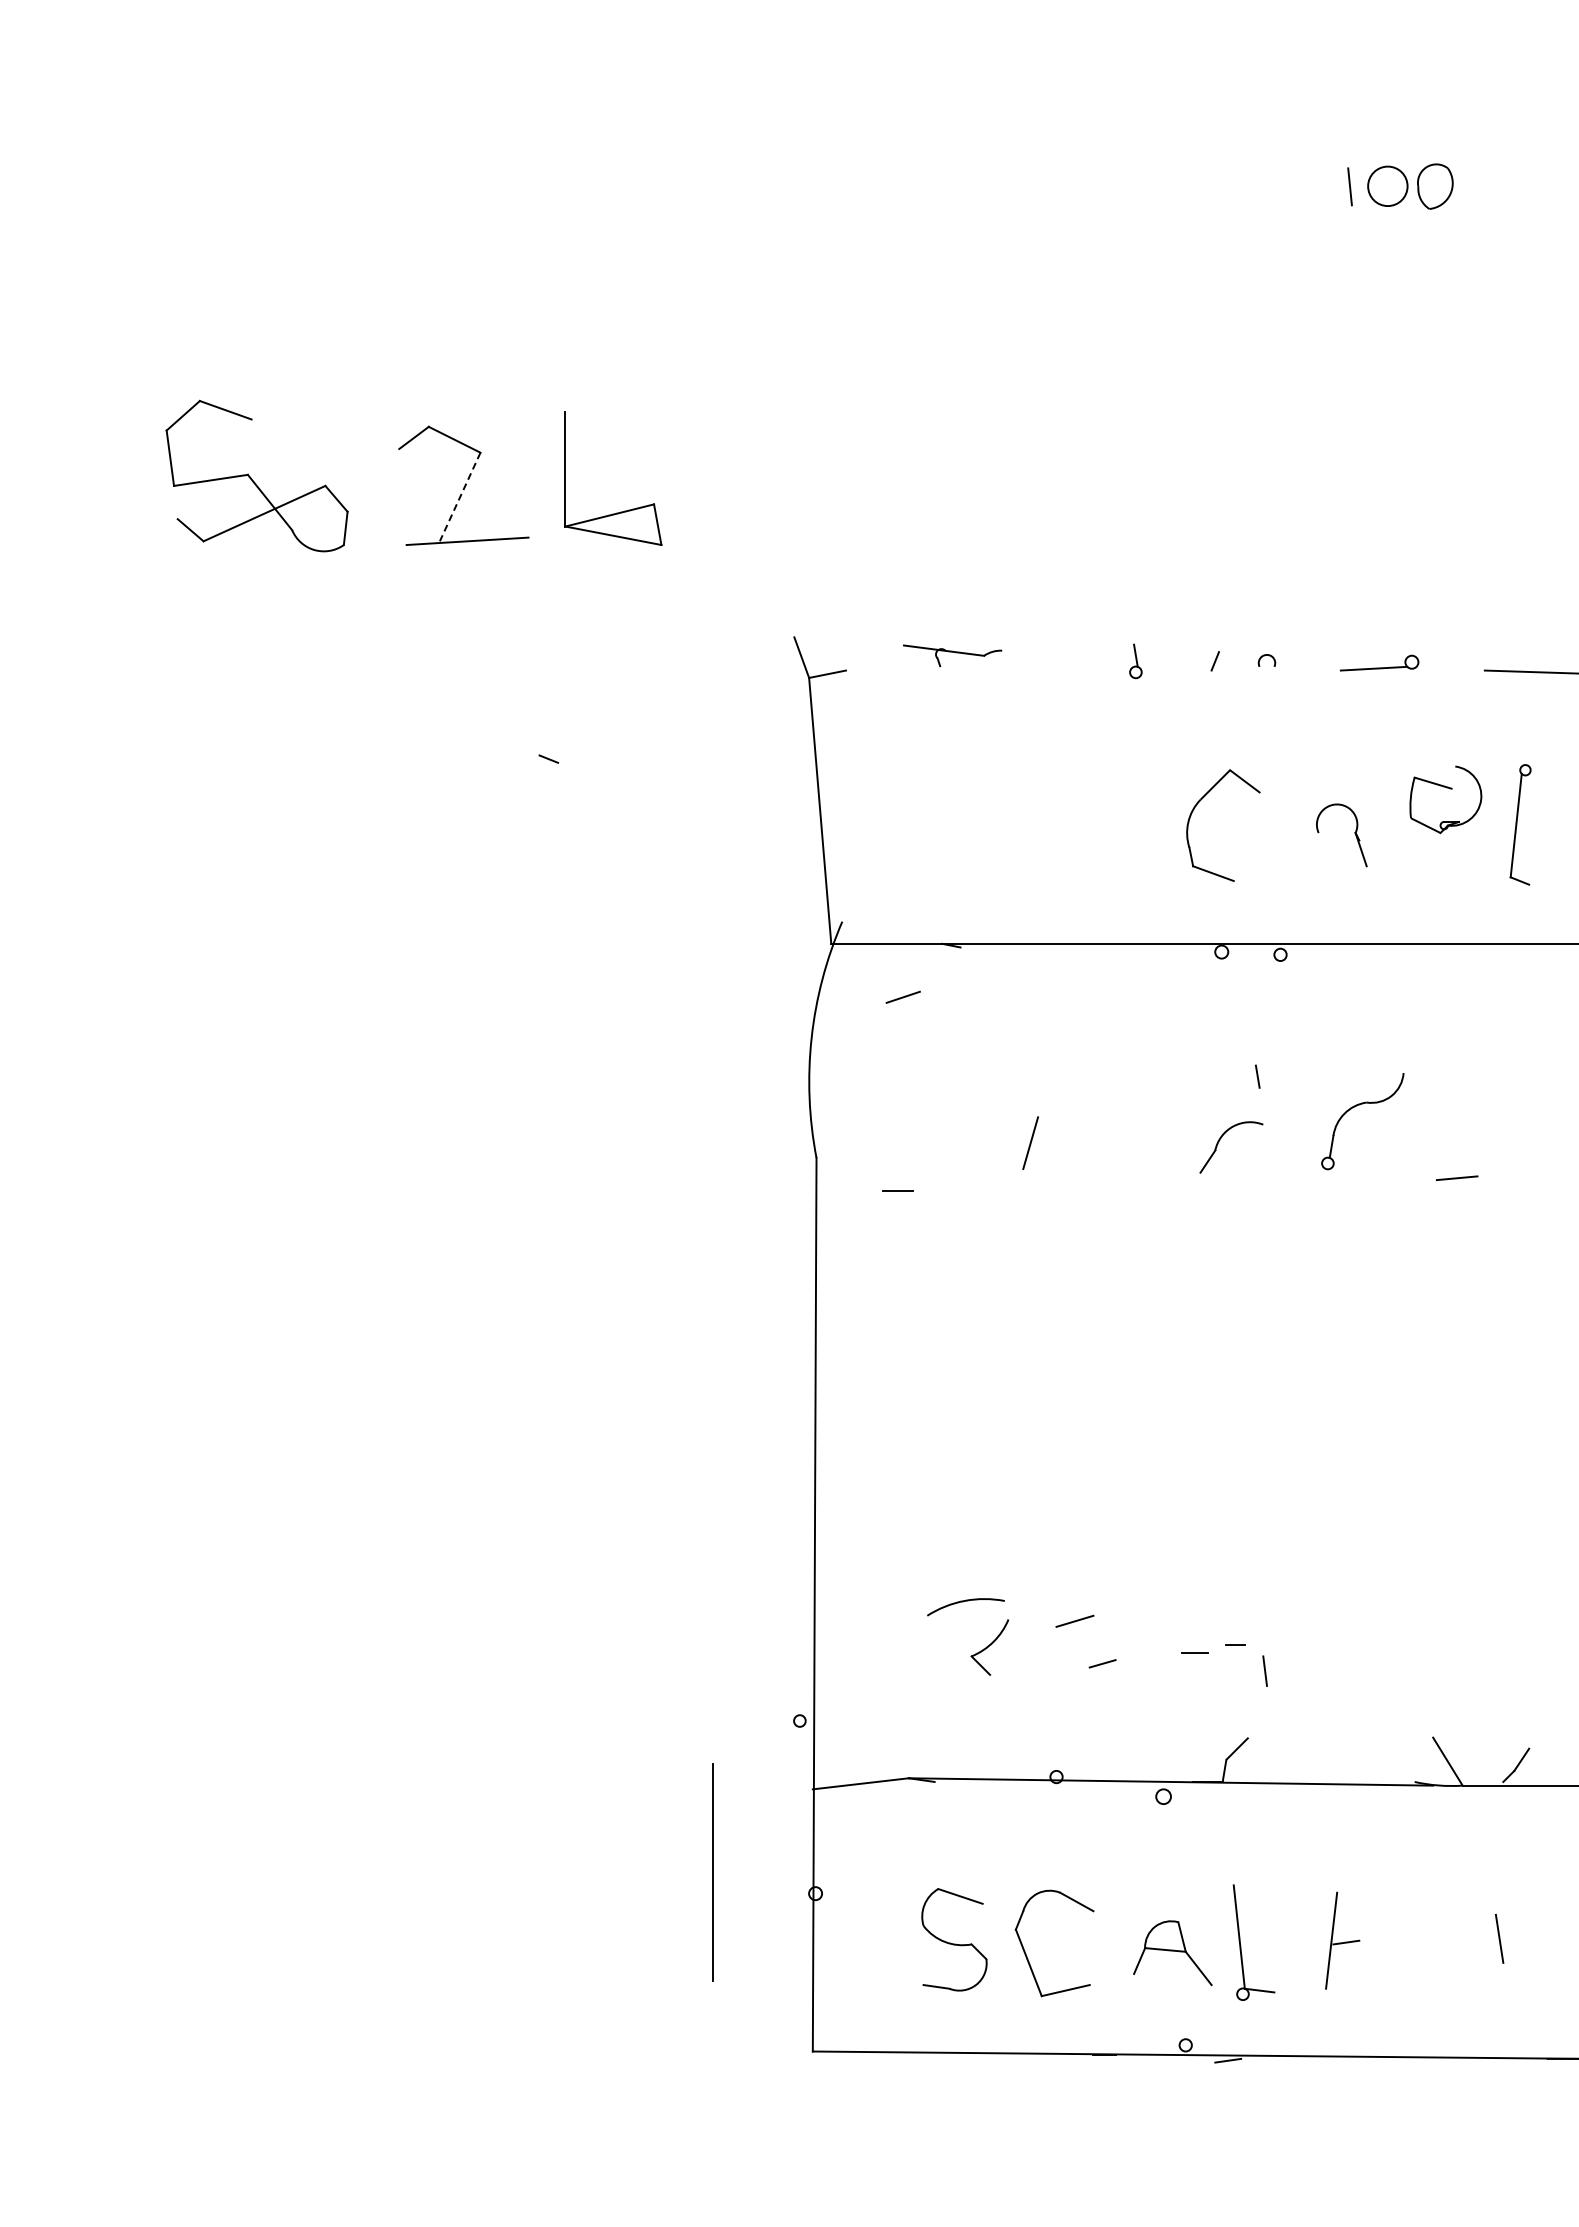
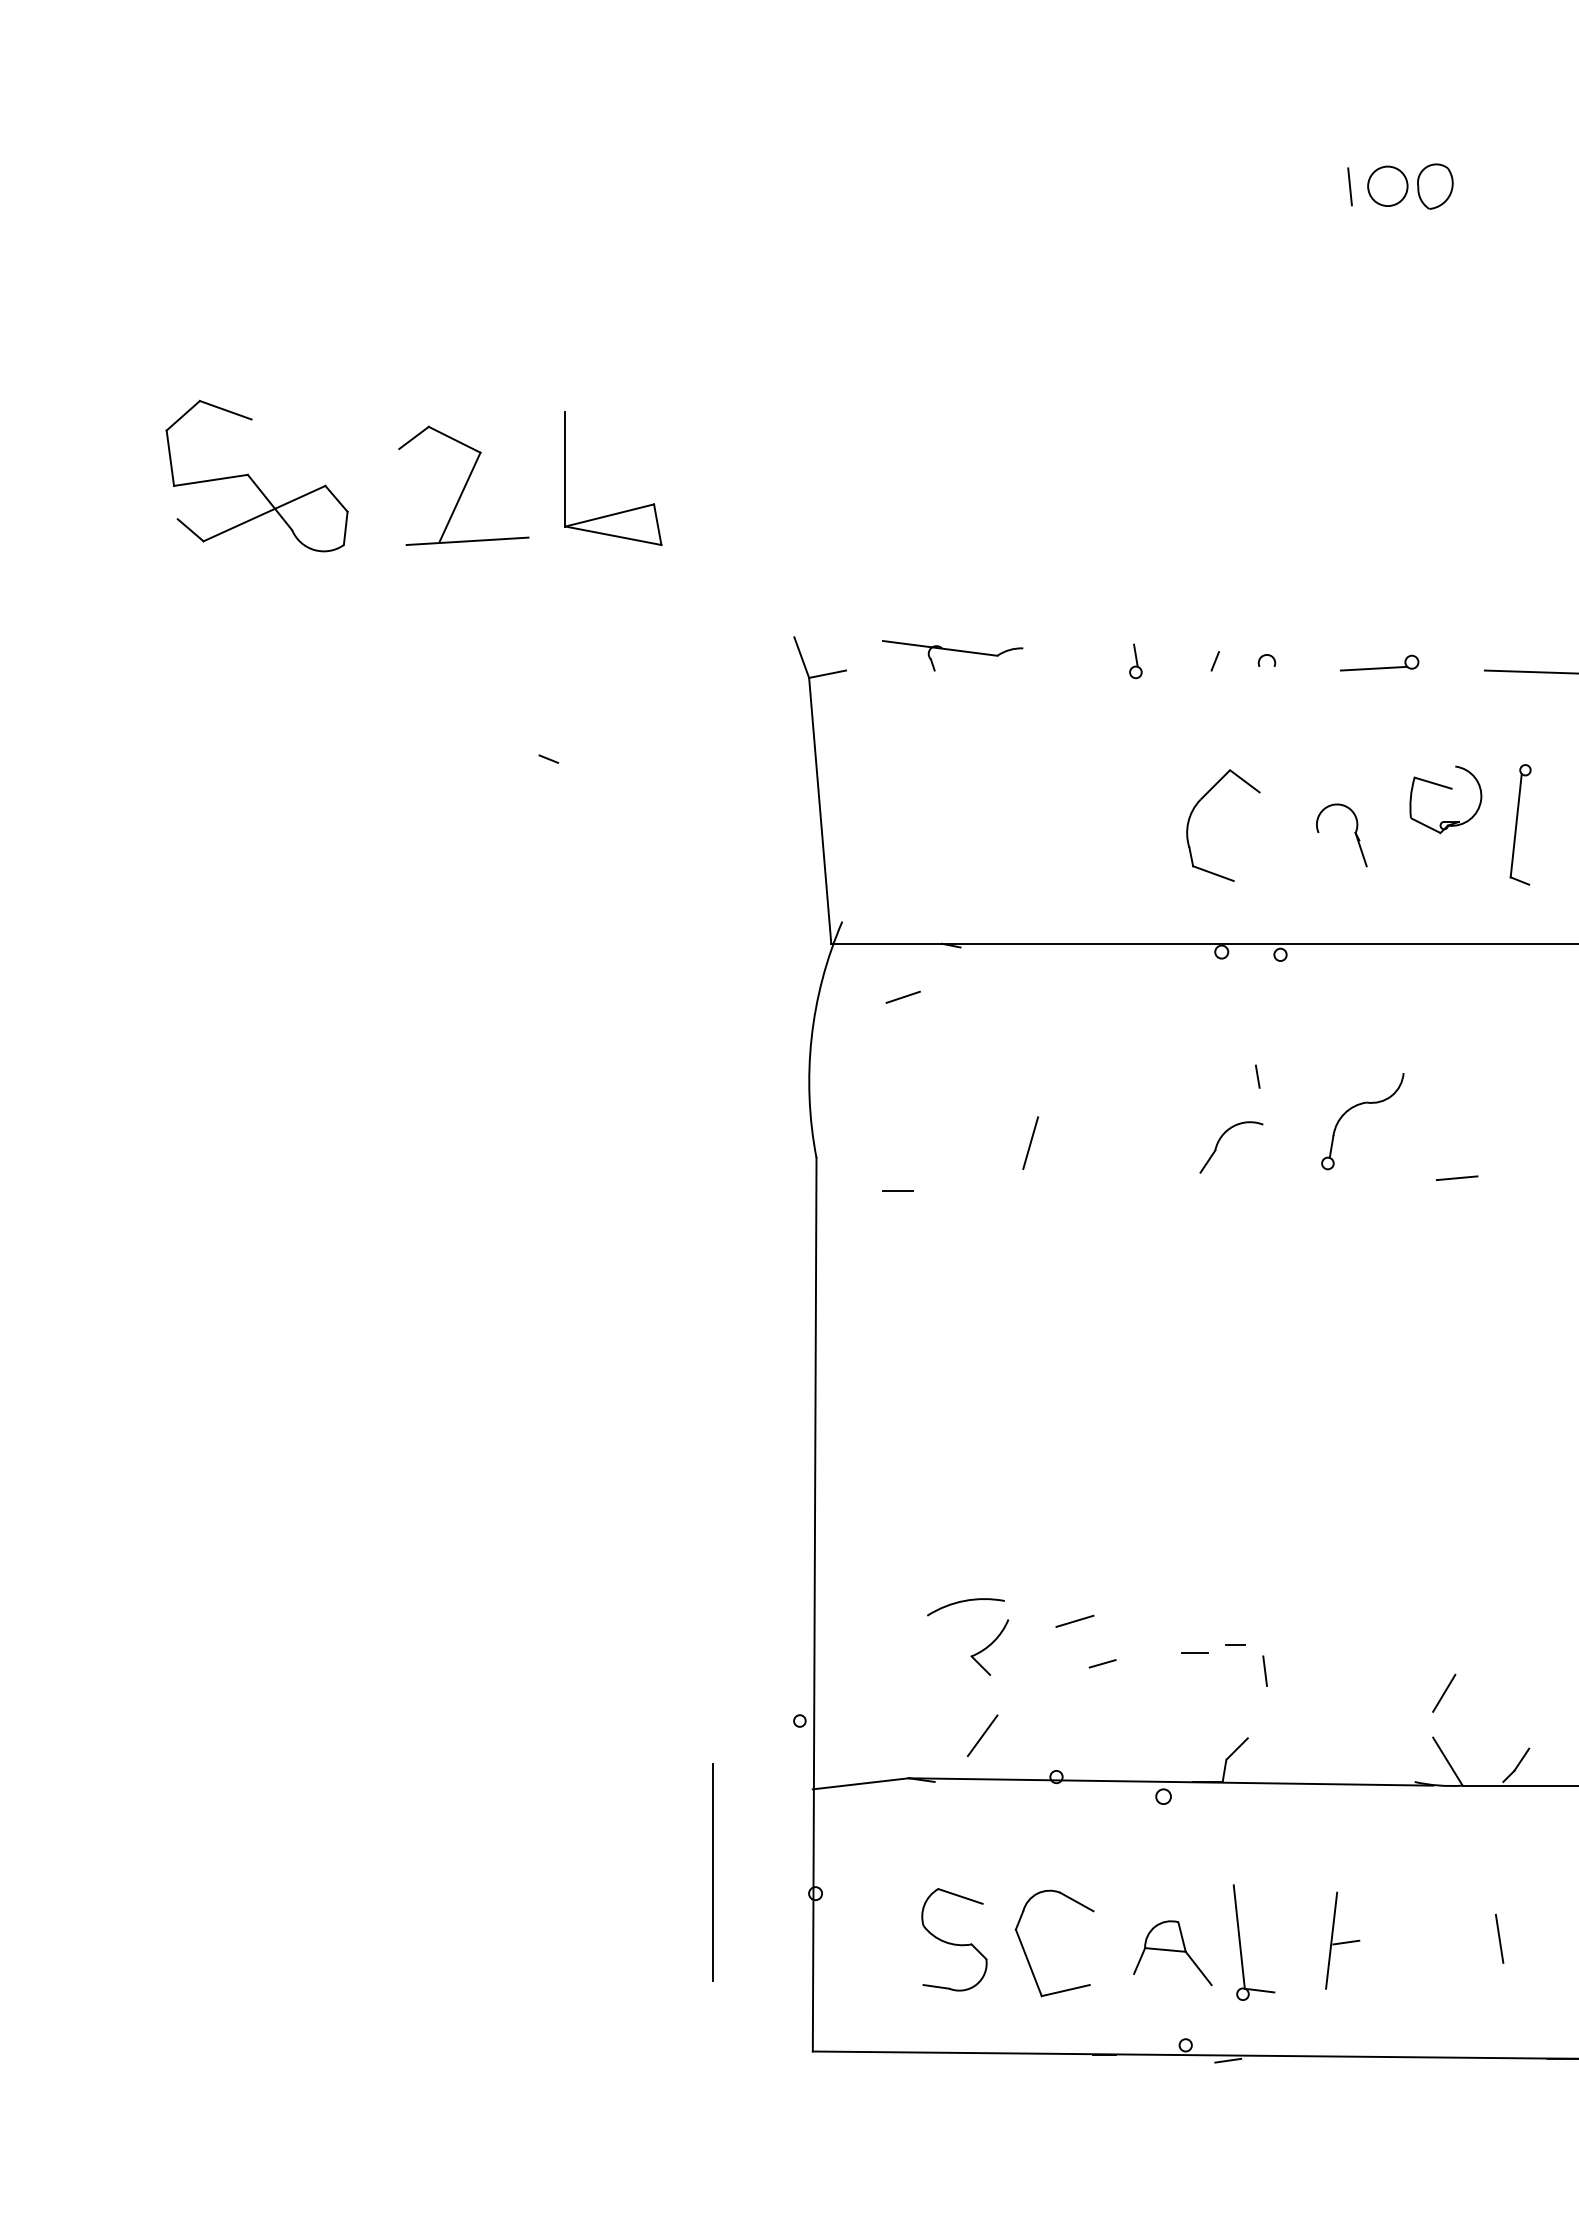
line at (460, 497): dashed -> solid
part at (952, 655) size: 100x24 px -> 142x32 px
line at (1444, 1692): none -> present
line at (982, 1735): none -> present
